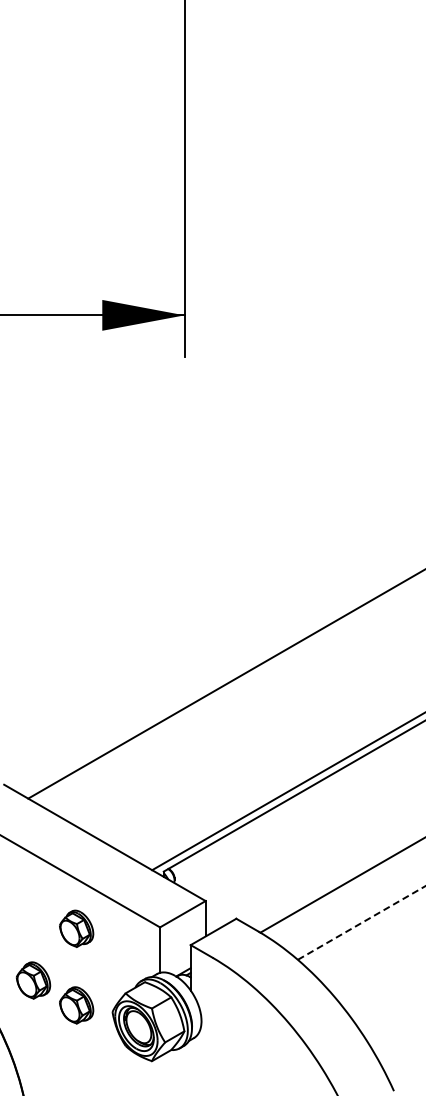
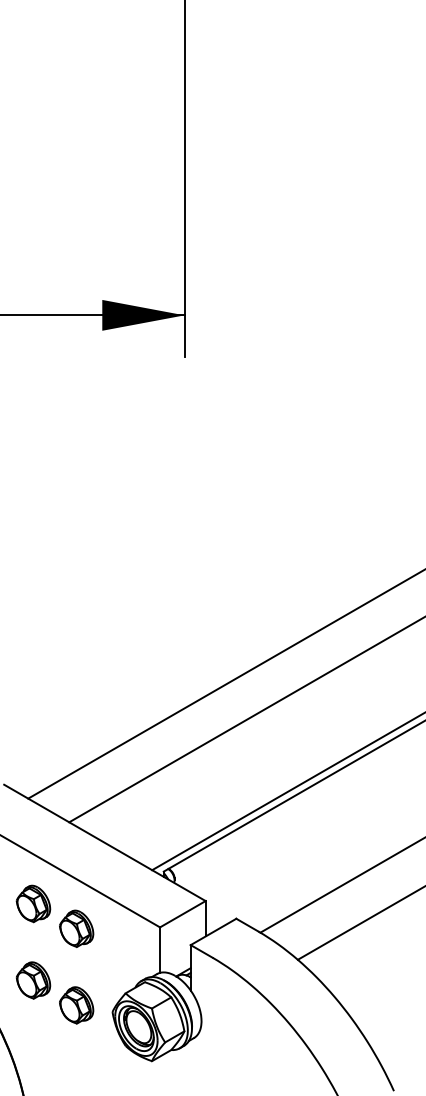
line at (245, 720): none -> present
part at (33, 903): none -> present
line at (361, 922): dashed -> solid
